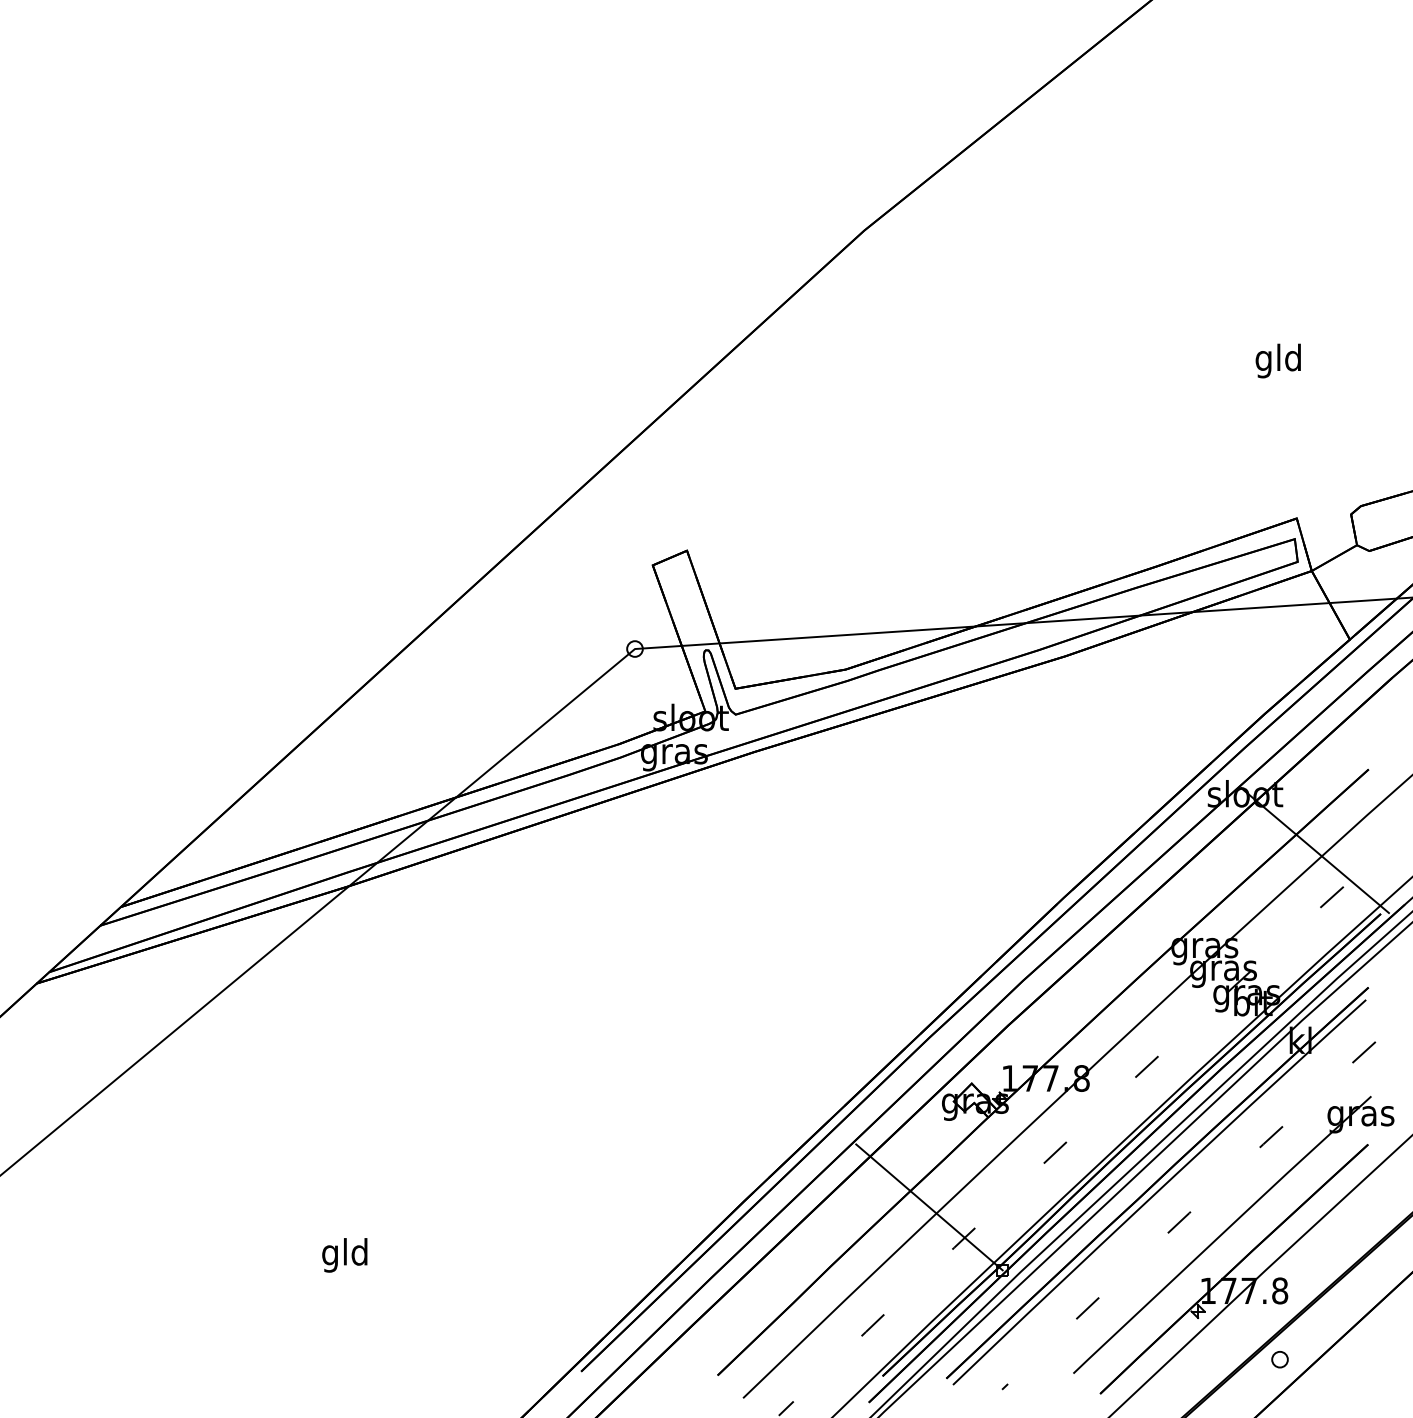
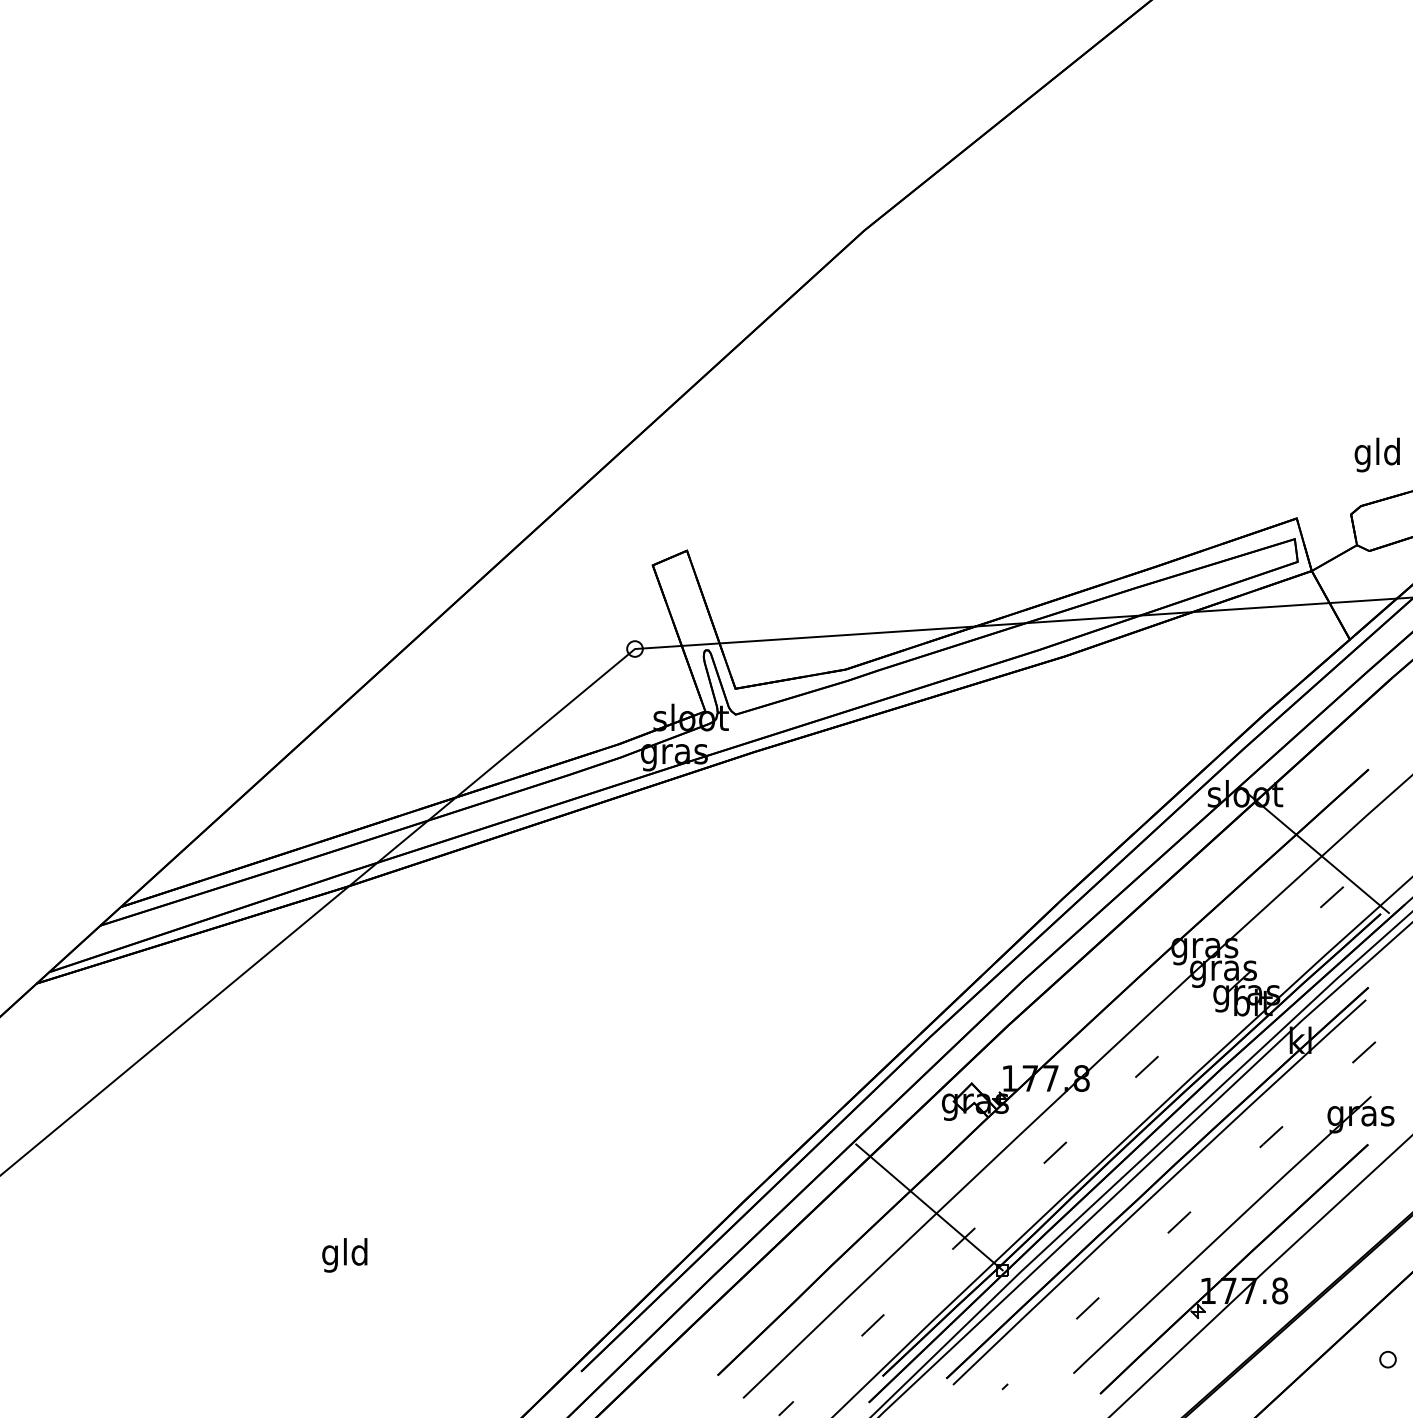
text at (1277, 360) position: (1277, 360) -> (1376, 454)
part at (1279, 1359) position: (1279, 1359) -> (1387, 1359)
